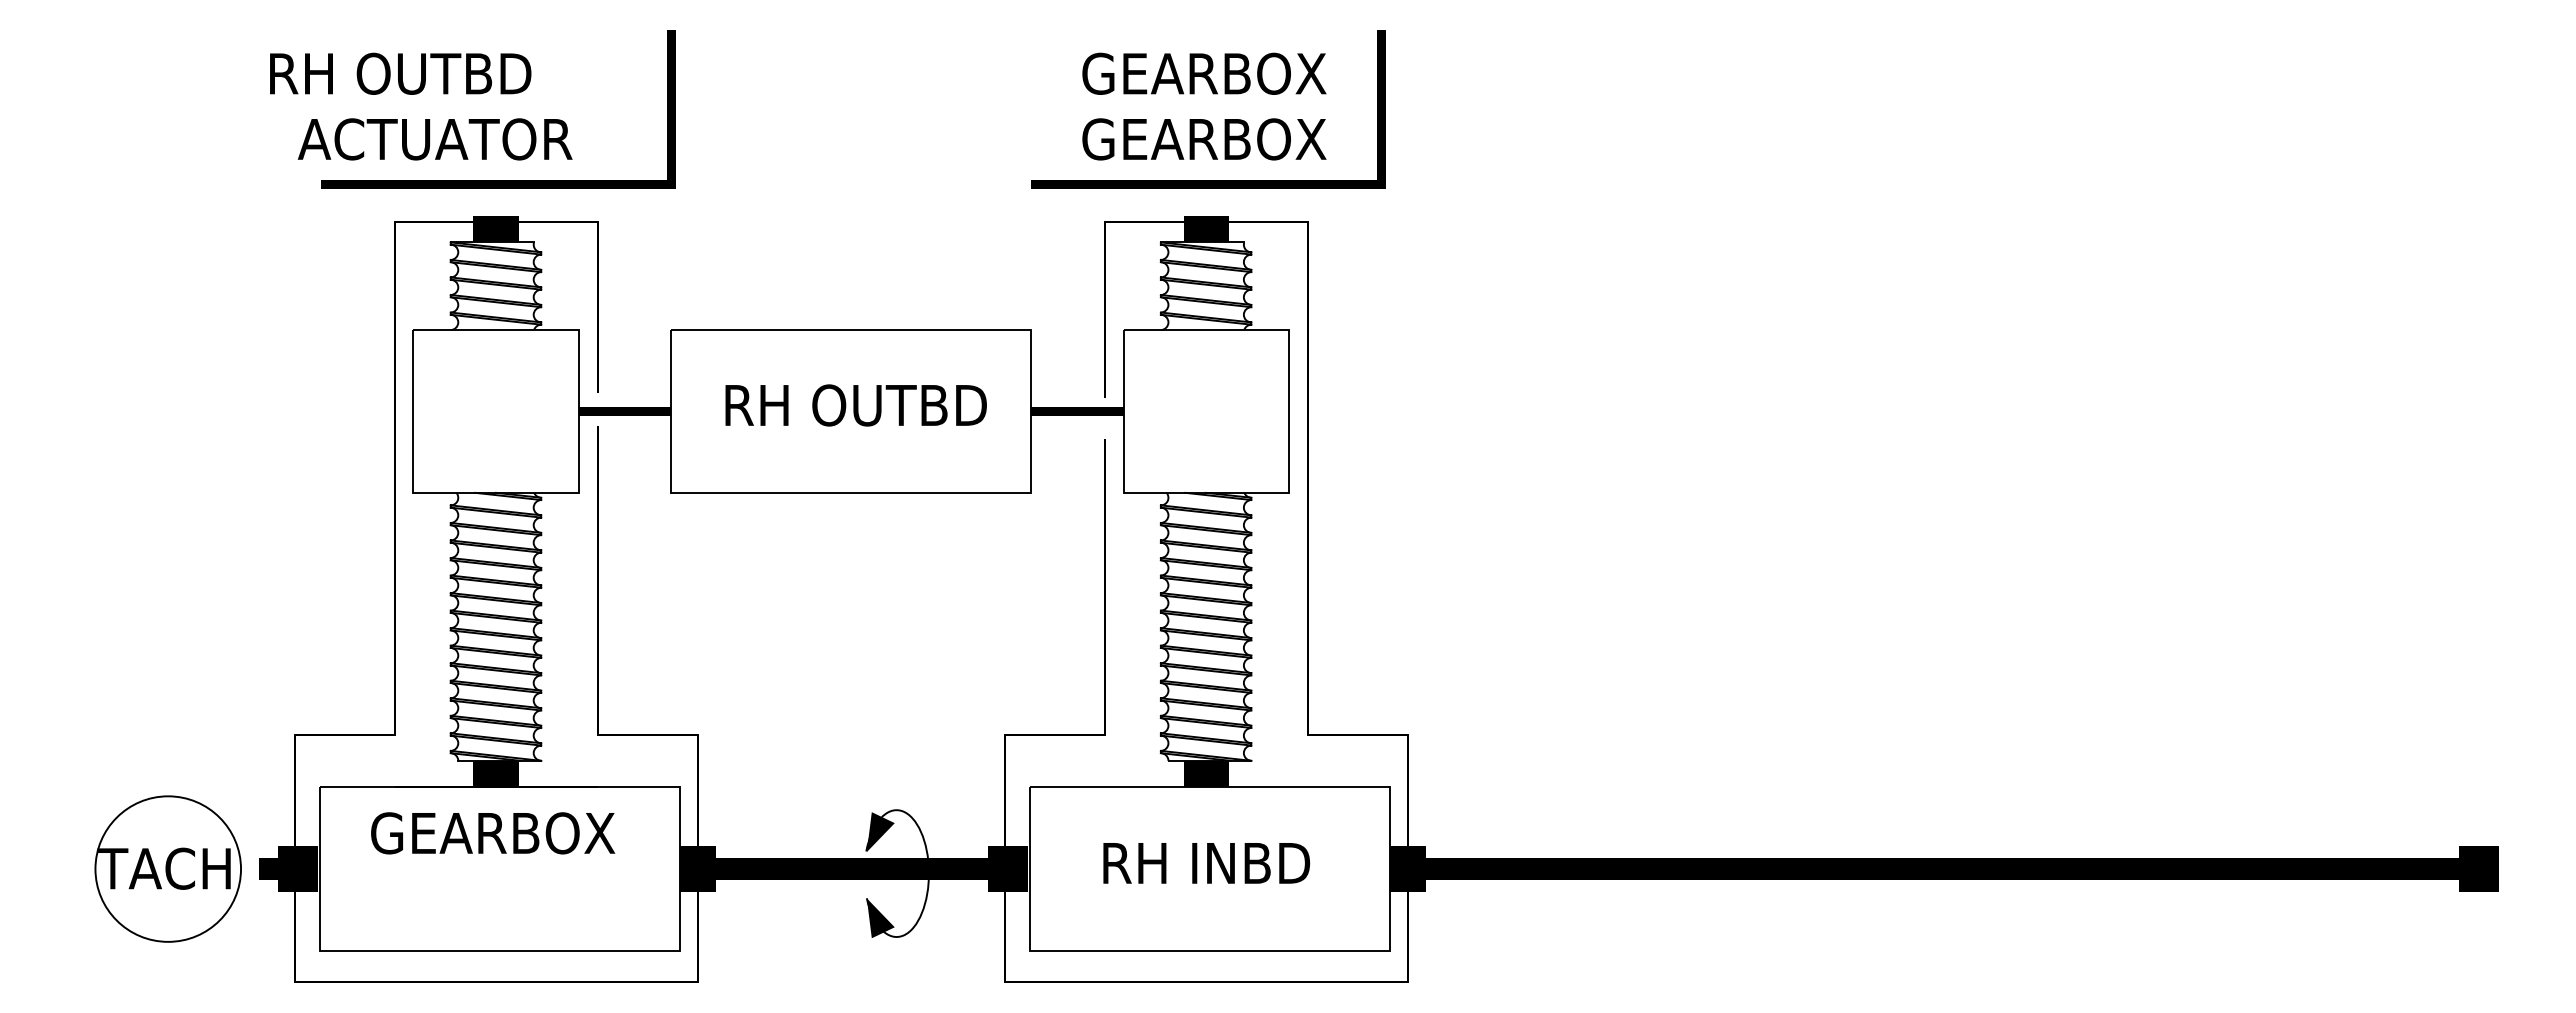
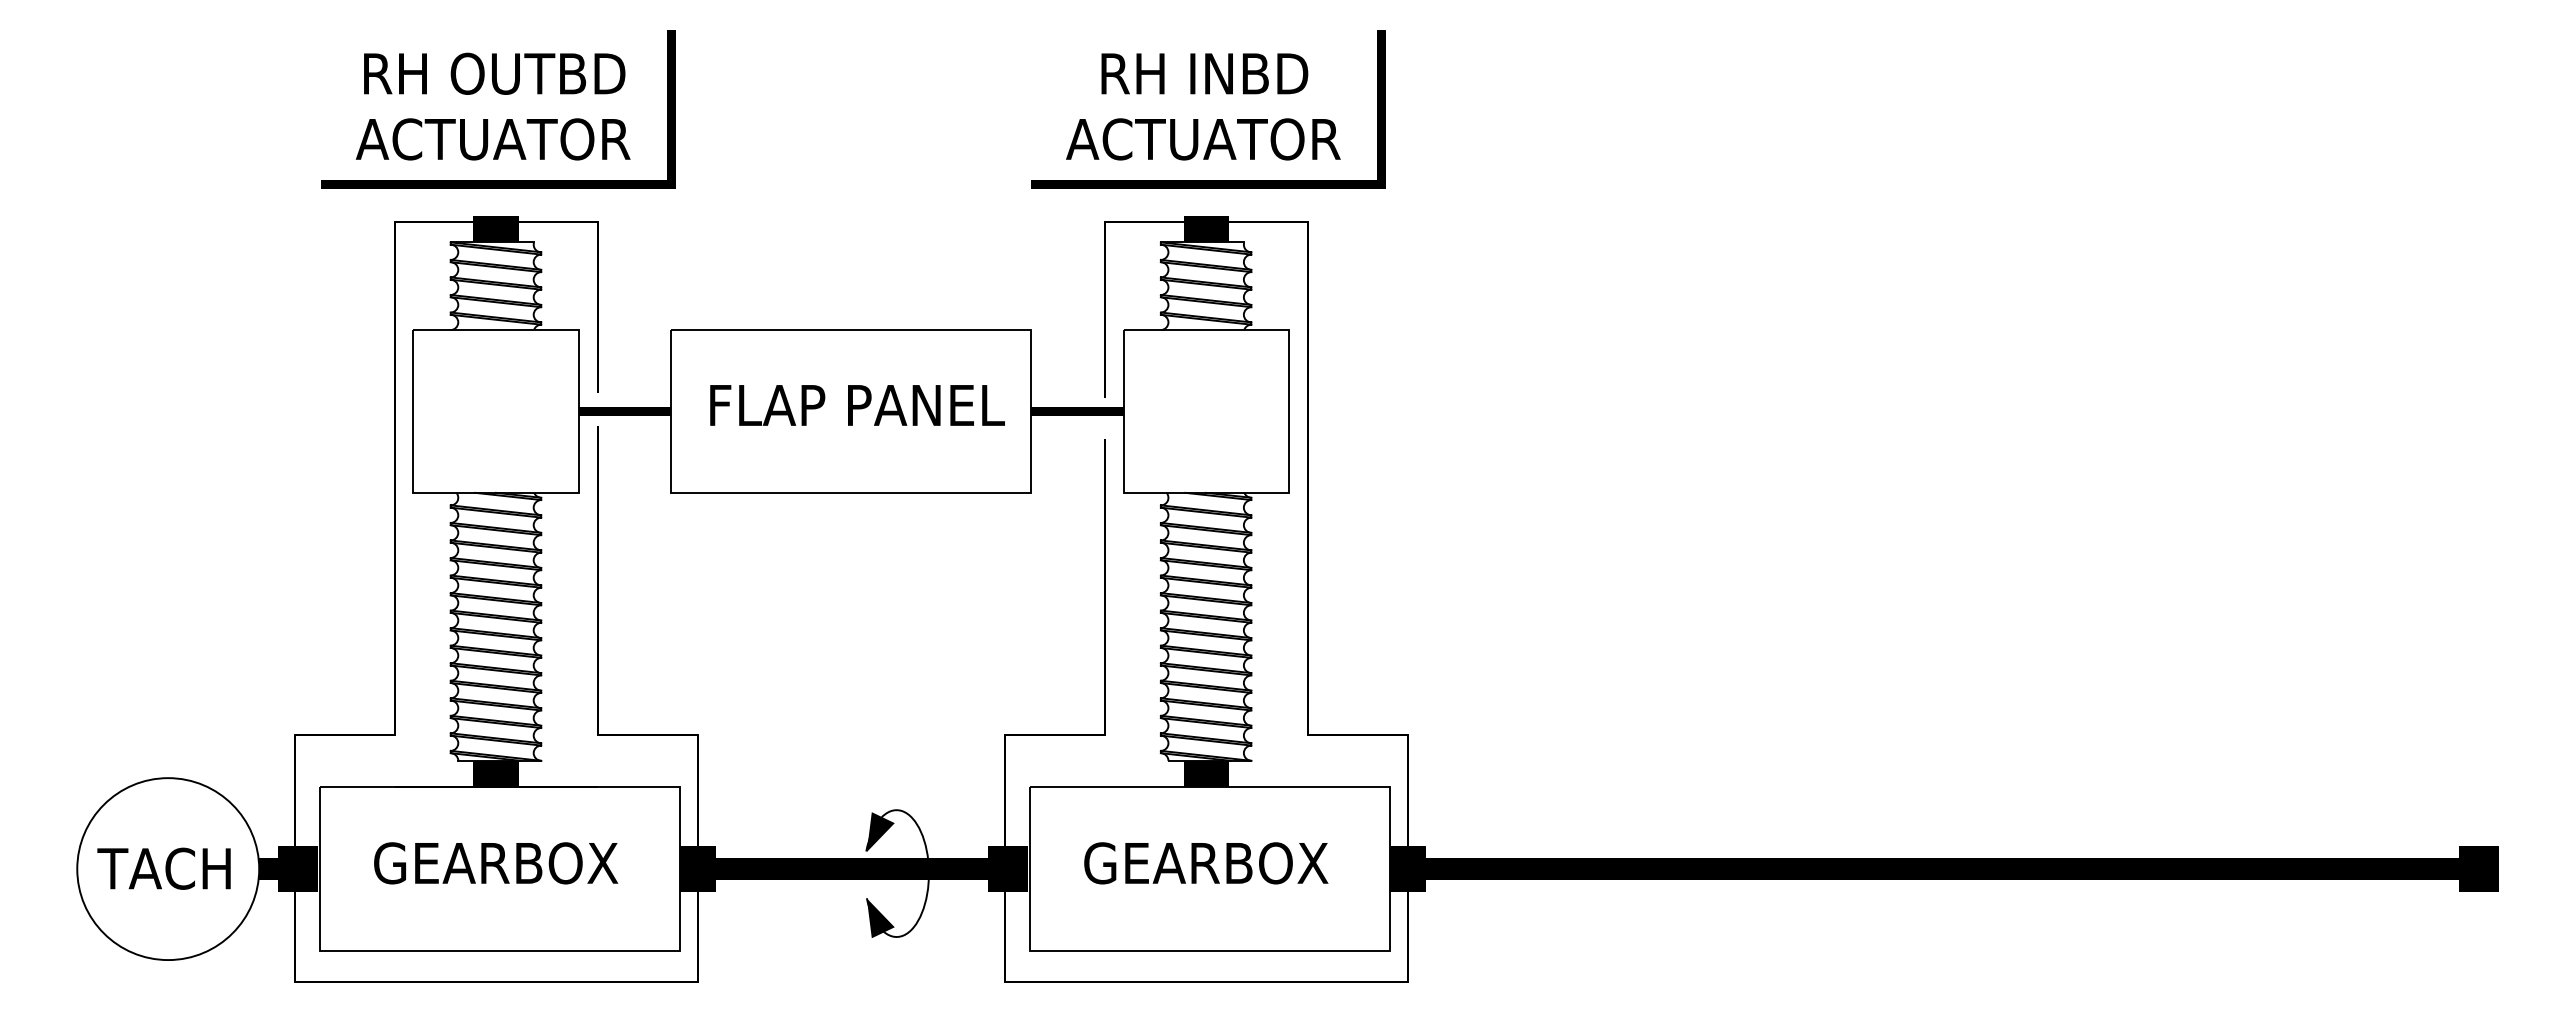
text at (400, 73) position: (400, 73) -> (494, 73)
text at (1204, 73): GEARBOX -> RH INBD
text at (434, 139) position: (434, 139) -> (492, 139)
text at (1203, 139): GEARBOX -> ACTUATOR
text at (857, 405): RH OUTBD -> FLAP PANEL
text at (493, 833) position: (493, 833) -> (496, 863)
text at (1206, 863): RH INBD -> GEARBOX
circle at (168, 868) diameter: 146 px -> 182 px
